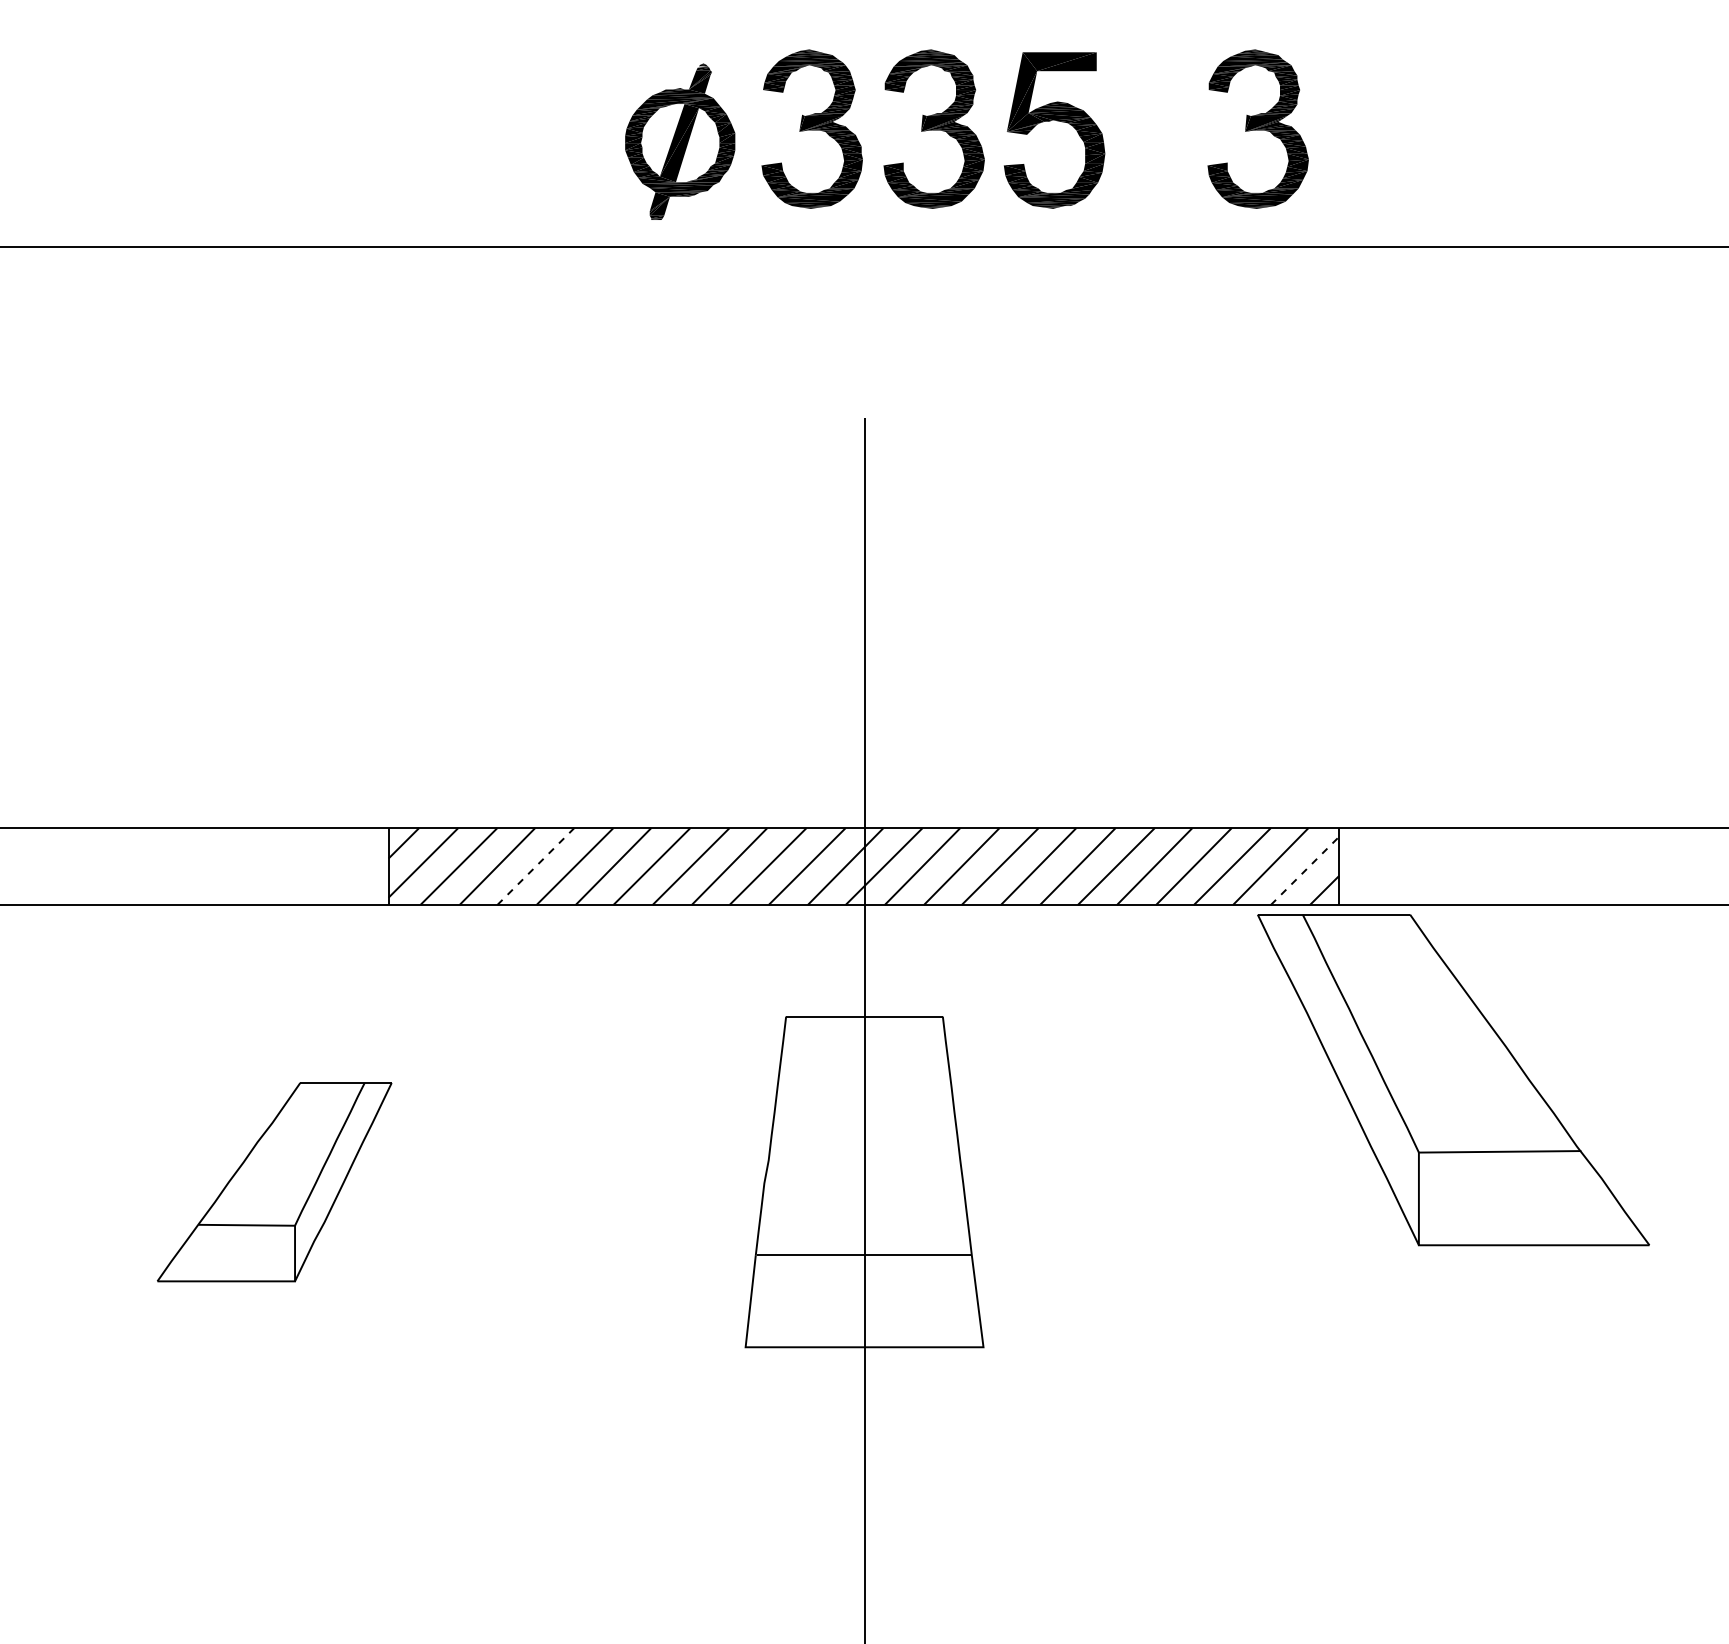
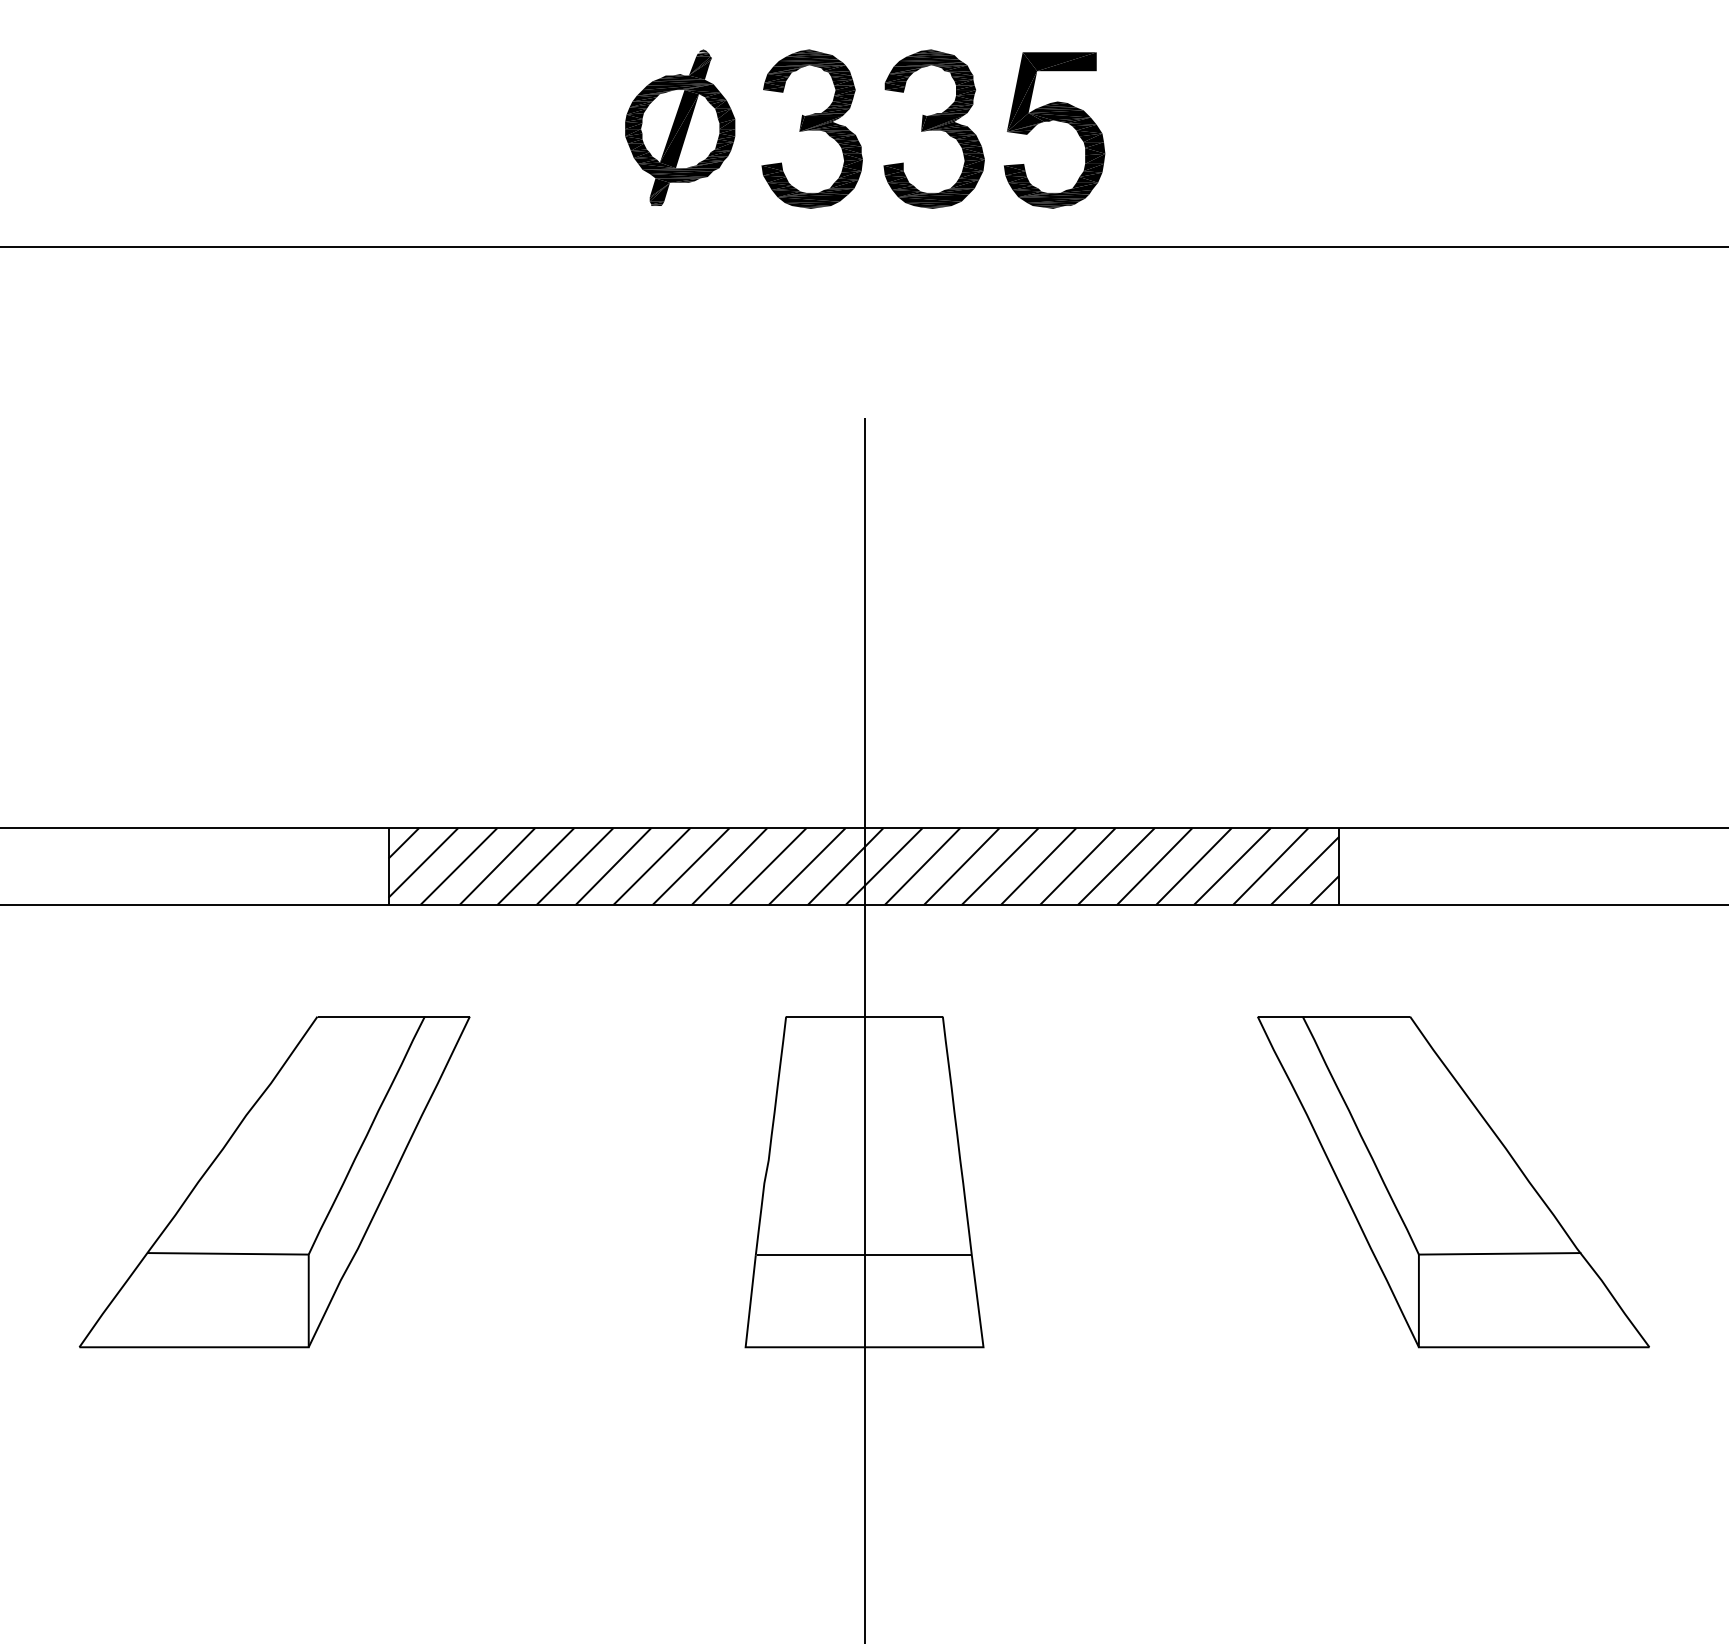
part at (1257, 128): present -> none
part at (680, 141) position: (680, 141) -> (680, 127)
line at (536, 866): dashed -> solid
line at (1305, 870): dashed -> solid
part at (1453, 1080) position: (1453, 1080) -> (1453, 1182)
part at (274, 1182) size: 236x201 px -> 393x333 px
